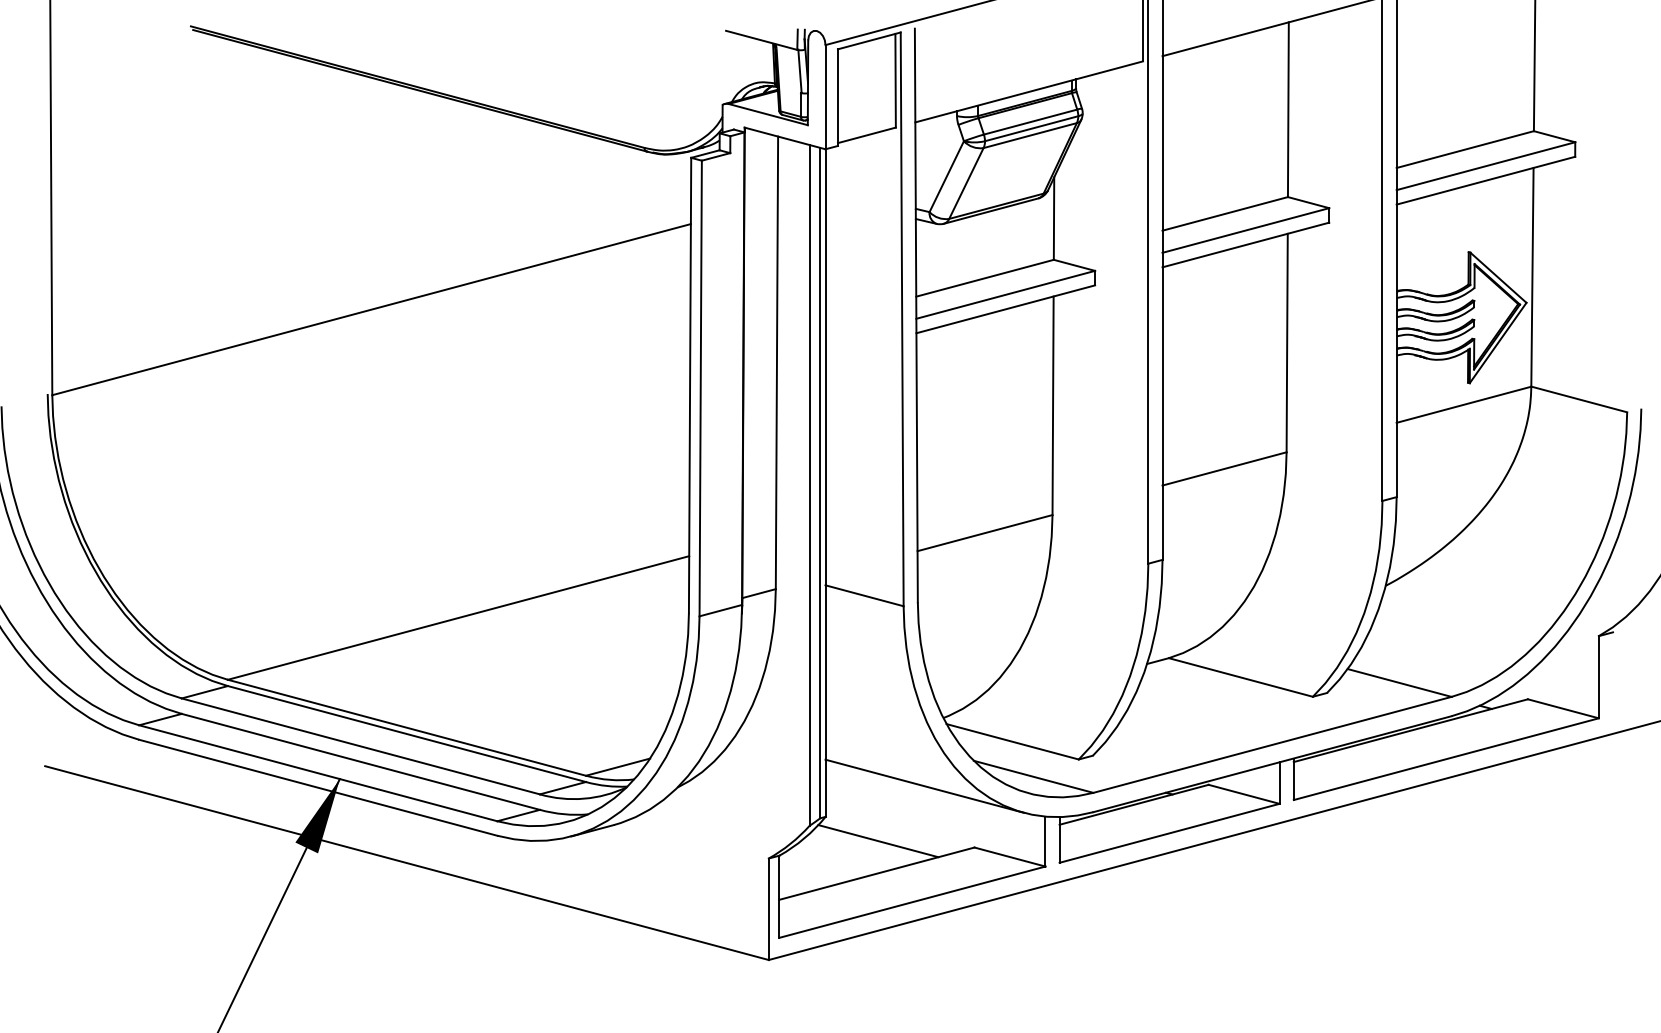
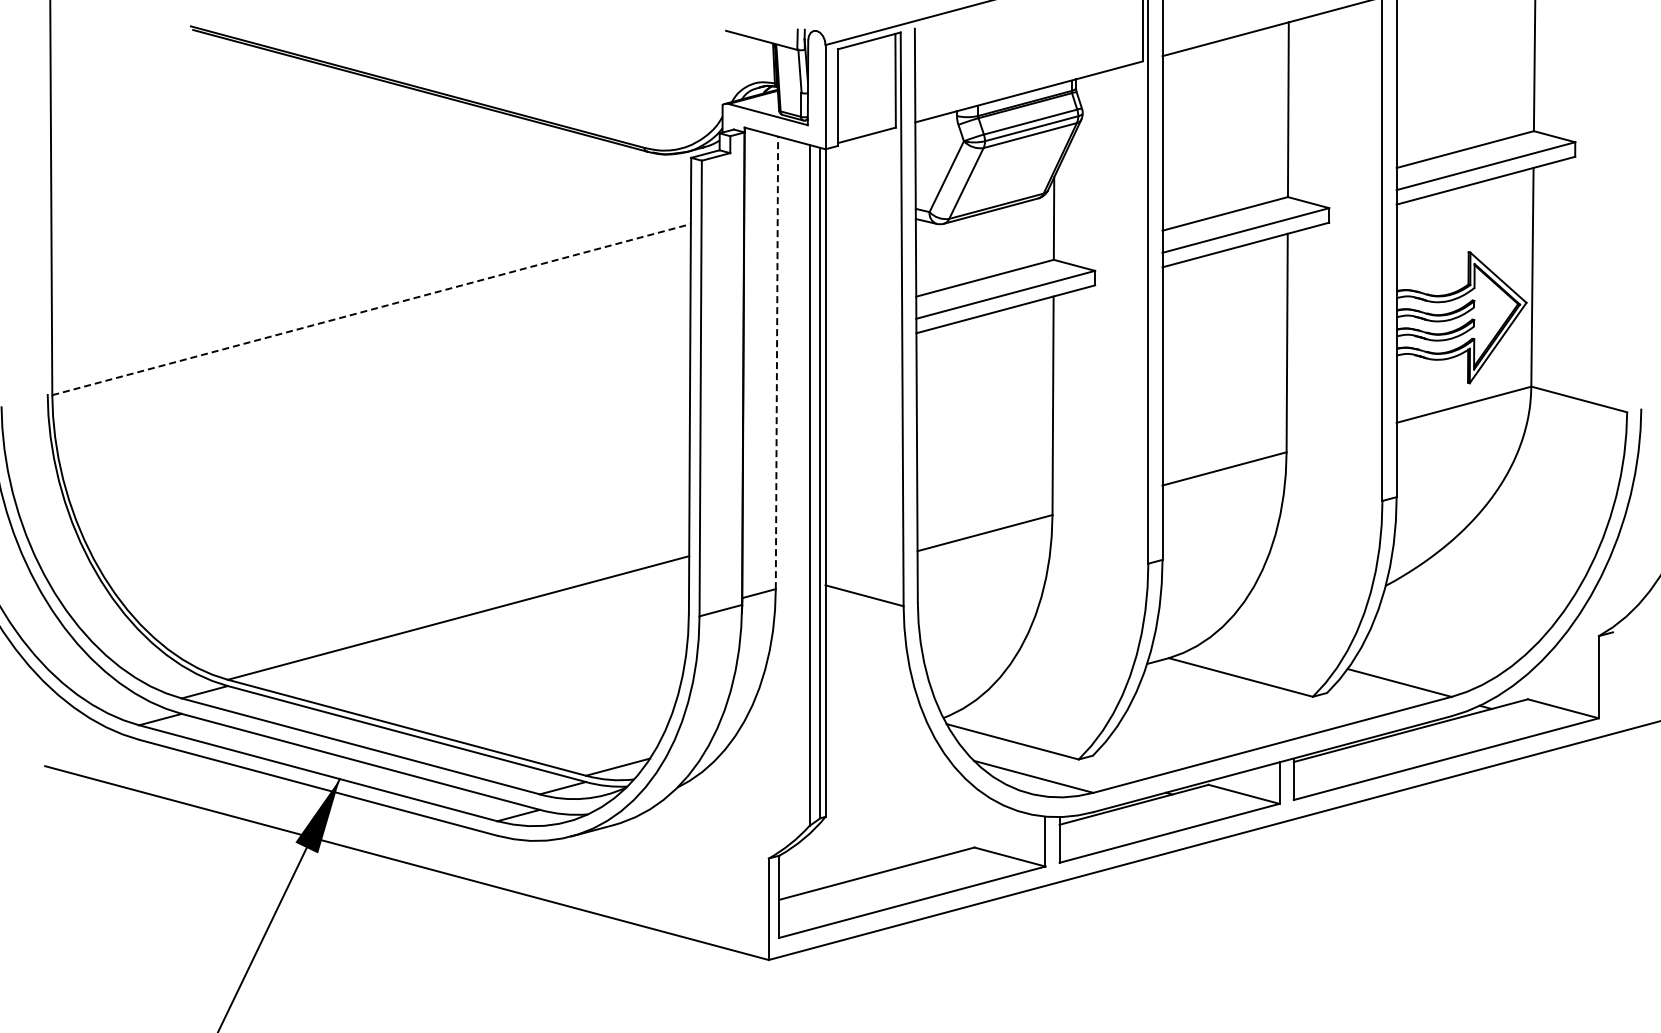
line at (371, 309): solid -> dashed
line at (776, 362): solid -> dashed
line at (924, 785): present -> none
line at (878, 841): present -> none
